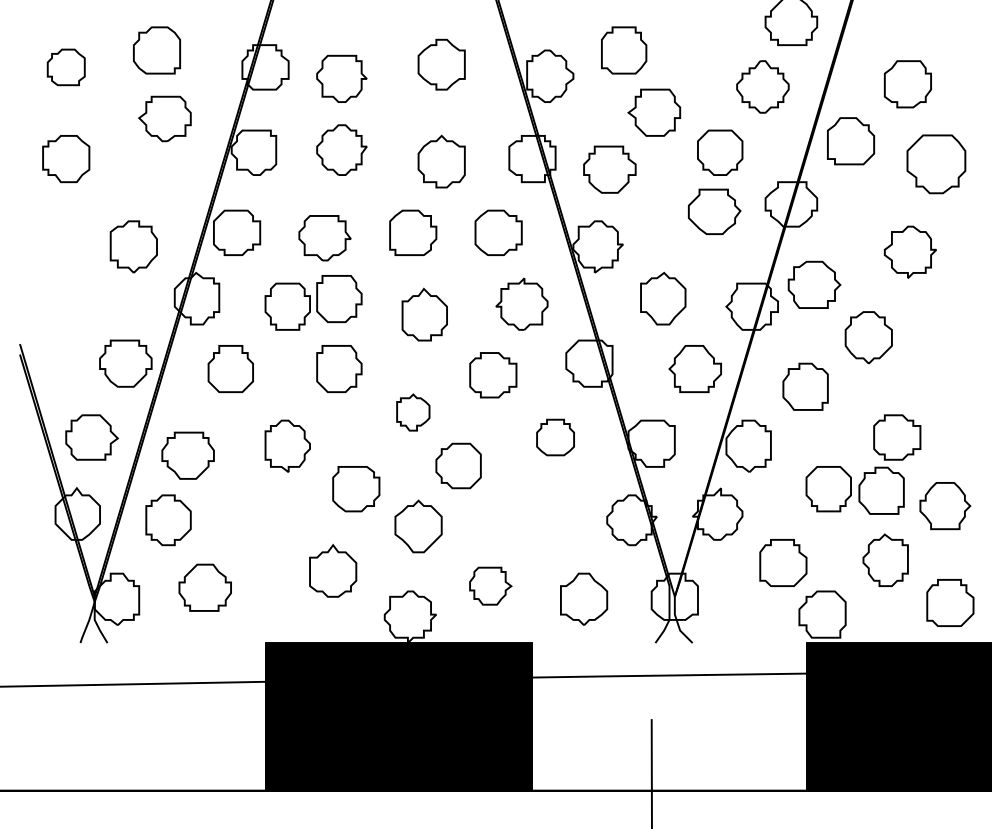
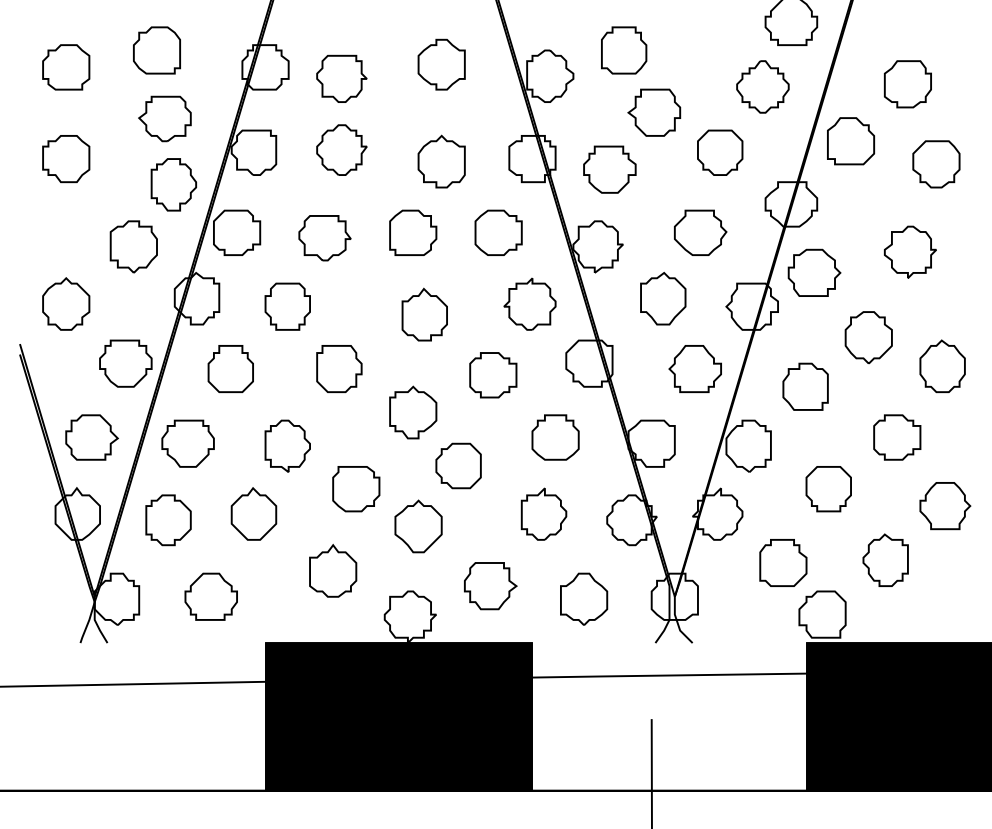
part at (65, 67) size: 40x39 px -> 49x47 px
part at (936, 164) size: 61x61 px -> 49x49 px
part at (173, 184): none -> present
part at (714, 211) position: (714, 211) -> (700, 232)
part at (814, 284) position: (814, 284) -> (814, 272)
part at (339, 298): present -> none
part at (66, 303): none -> present
part at (521, 303) position: (521, 303) -> (529, 303)
part at (942, 365): none -> present
part at (413, 412) size: 35x39 px -> 49x55 px
part at (555, 437) size: 39x39 px -> 49x47 px
part at (187, 455) position: (187, 455) -> (187, 443)
part at (881, 490): present -> none
part at (253, 513): none -> present
part at (543, 513): none -> present
part at (490, 585) size: 44x40 px -> 54x49 px
part at (204, 587) position: (204, 587) -> (210, 596)
part at (950, 602): present -> none
